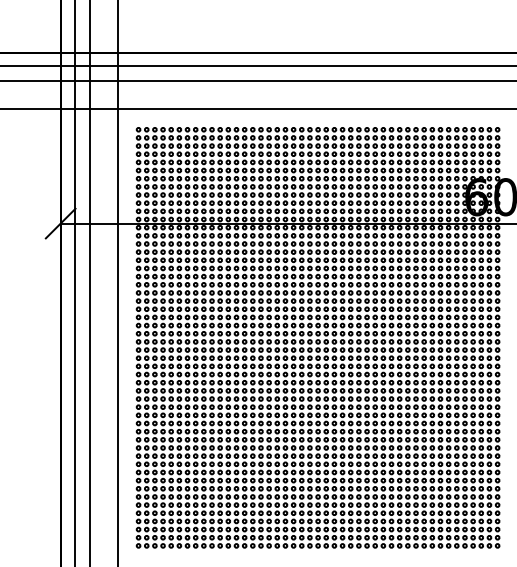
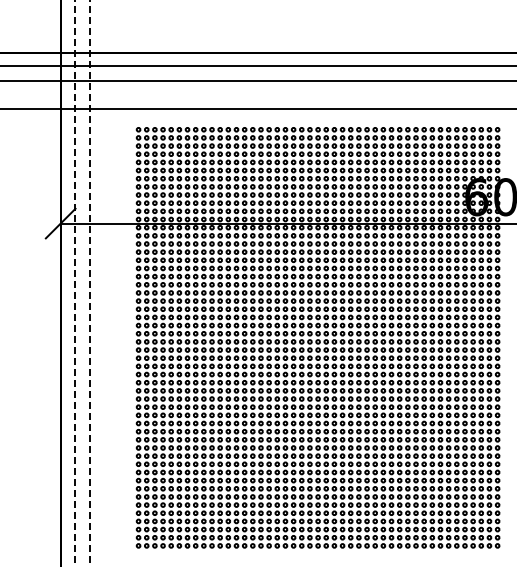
line at (118, 282): present -> none
line at (75, 283): solid -> dashed
line at (89, 283): solid -> dashed
